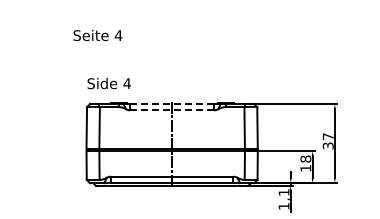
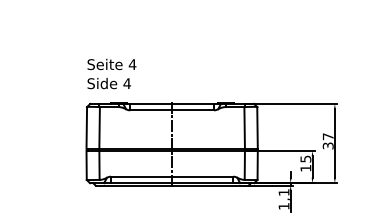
text at (97, 35) position: (97, 35) -> (111, 64)
line at (172, 103): dashed -> solid
line at (172, 110): dashed -> solid
text at (305, 158): 18 -> 15
